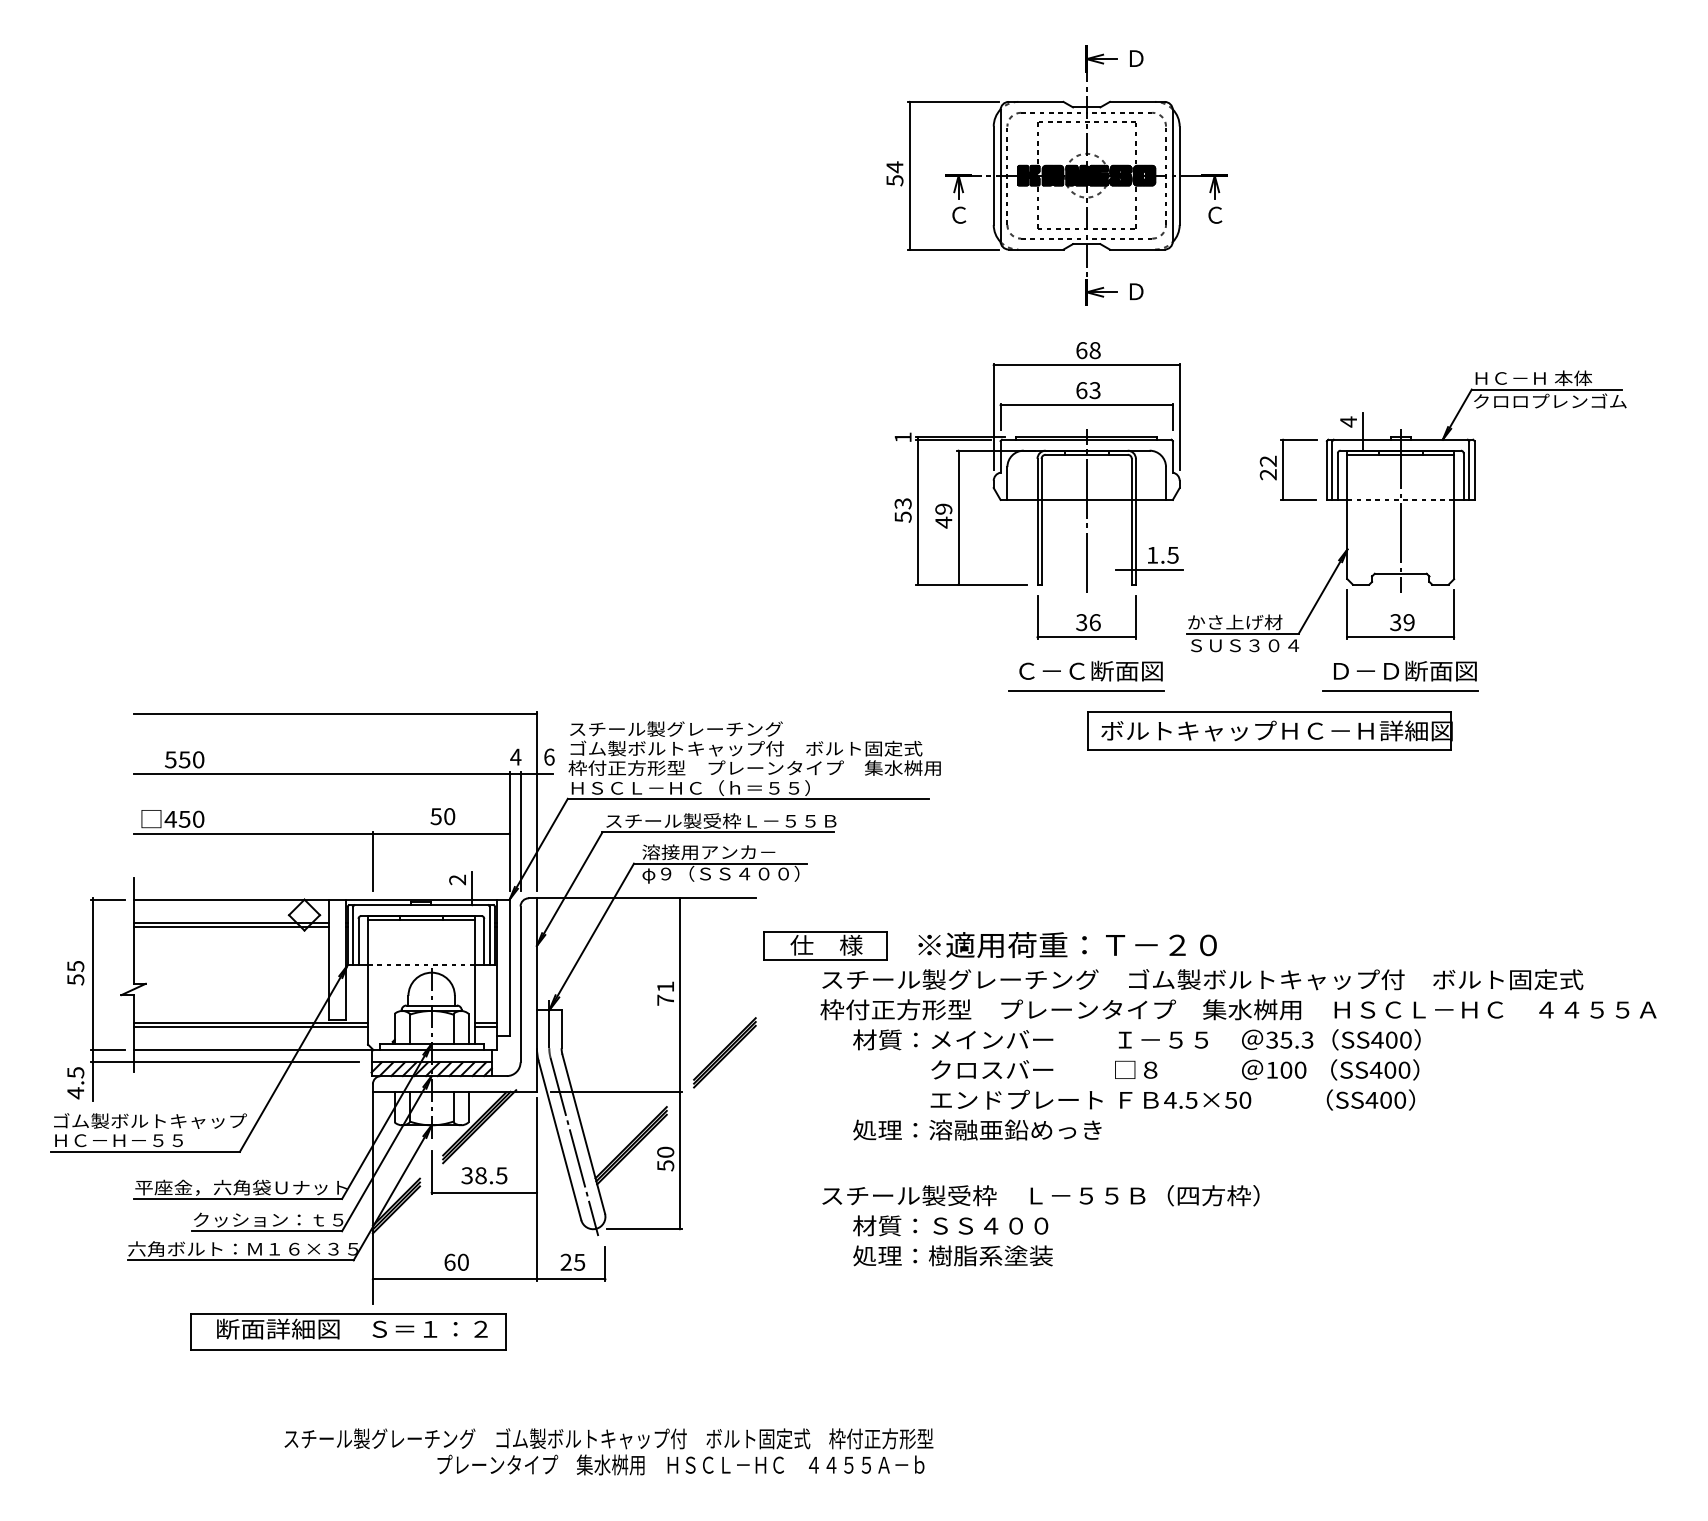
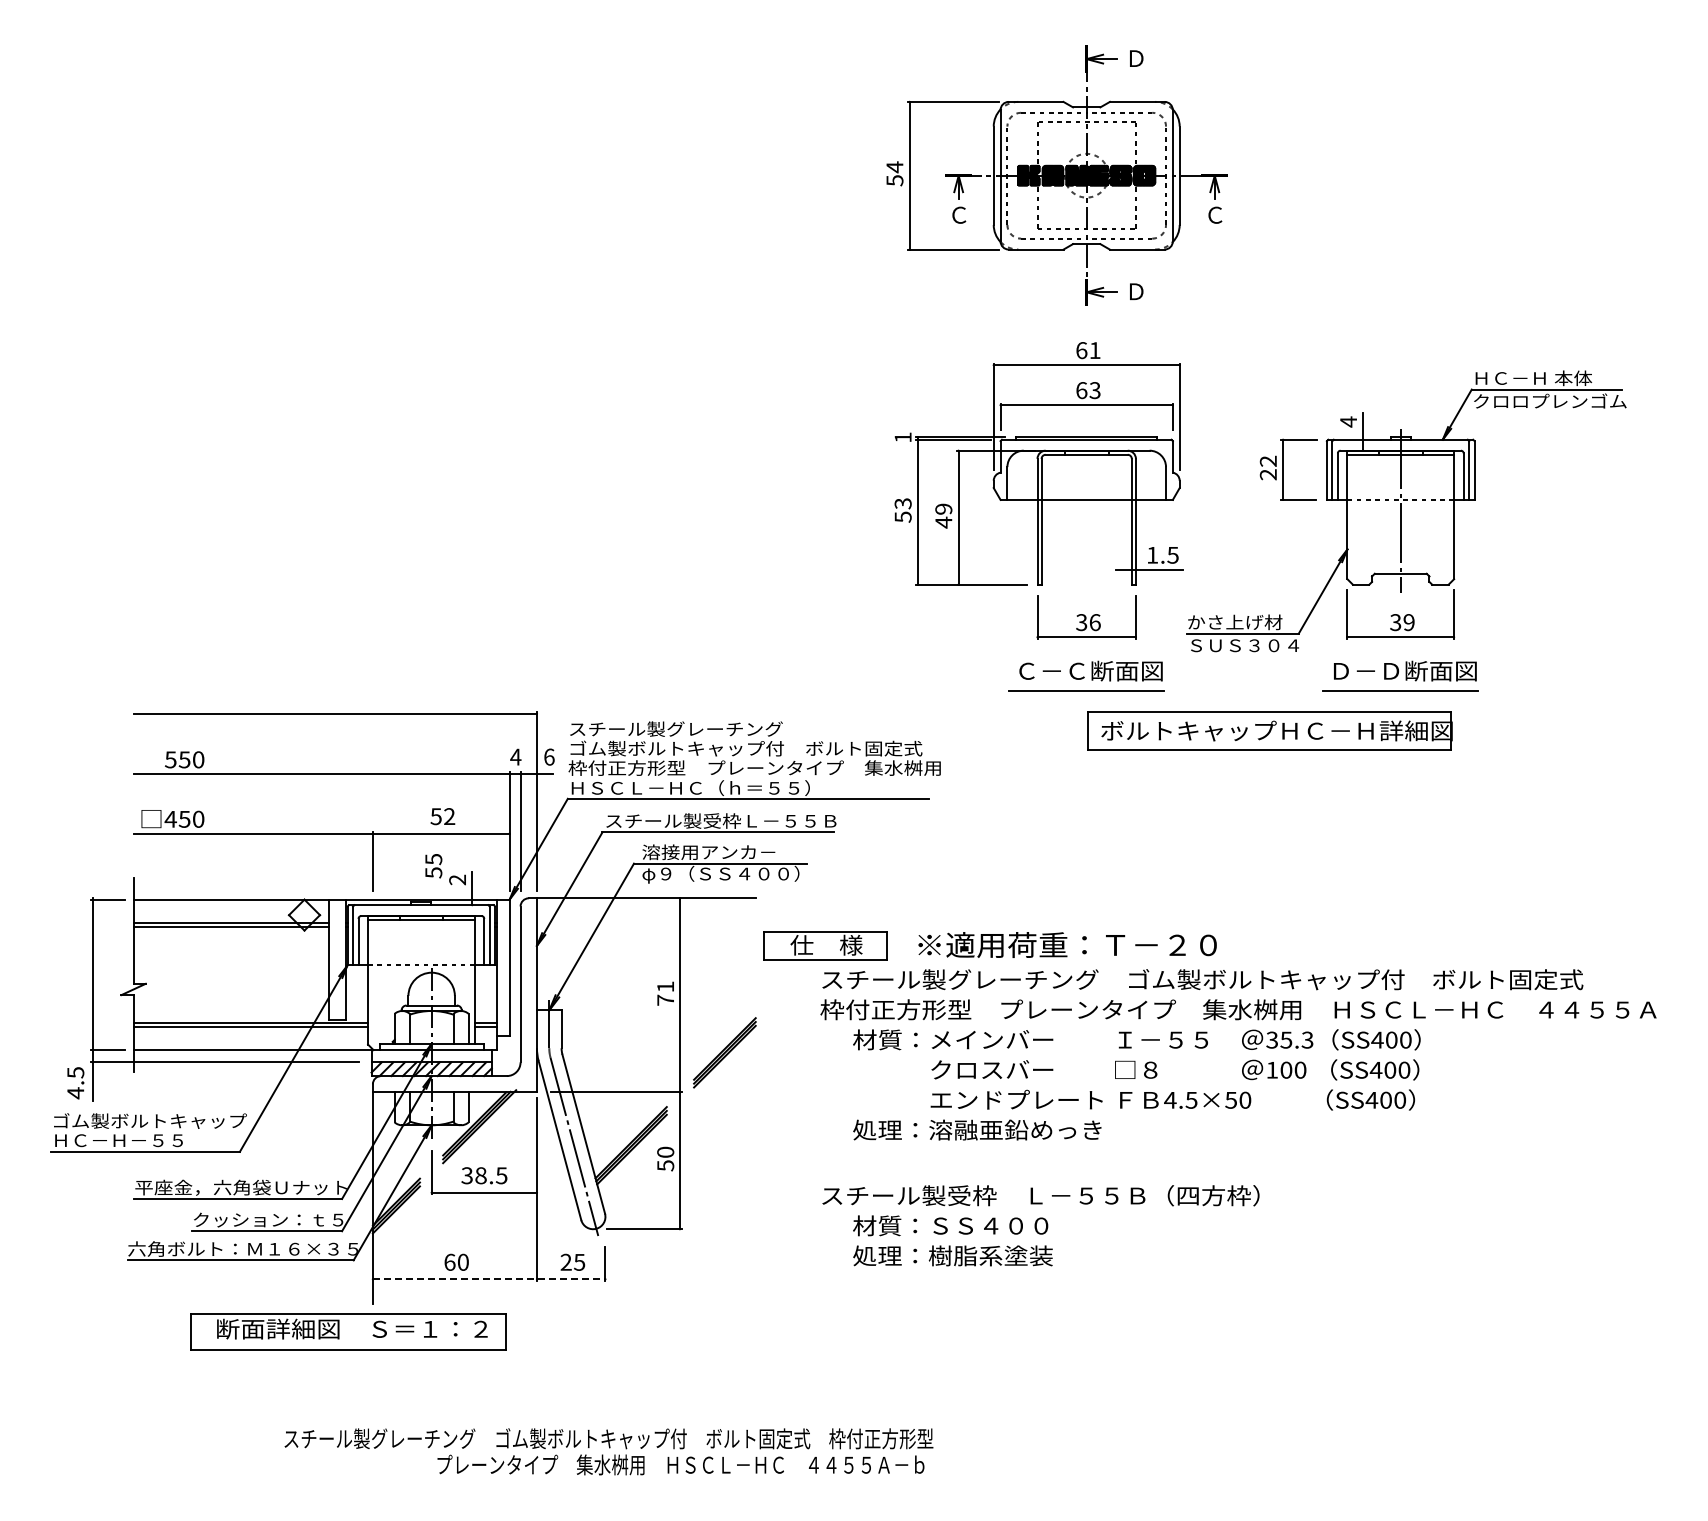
text at (1094, 350): 68 -> 61
line at (1086, 510): present -> none
text at (449, 816): 50 -> 52
text at (75, 973) position: (75, 973) -> (433, 866)
line at (489, 1279): solid -> dashed
